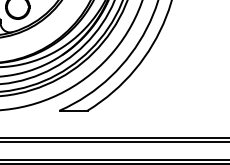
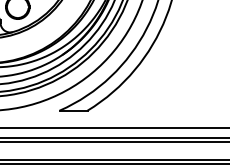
line at (114, 127): none -> present
